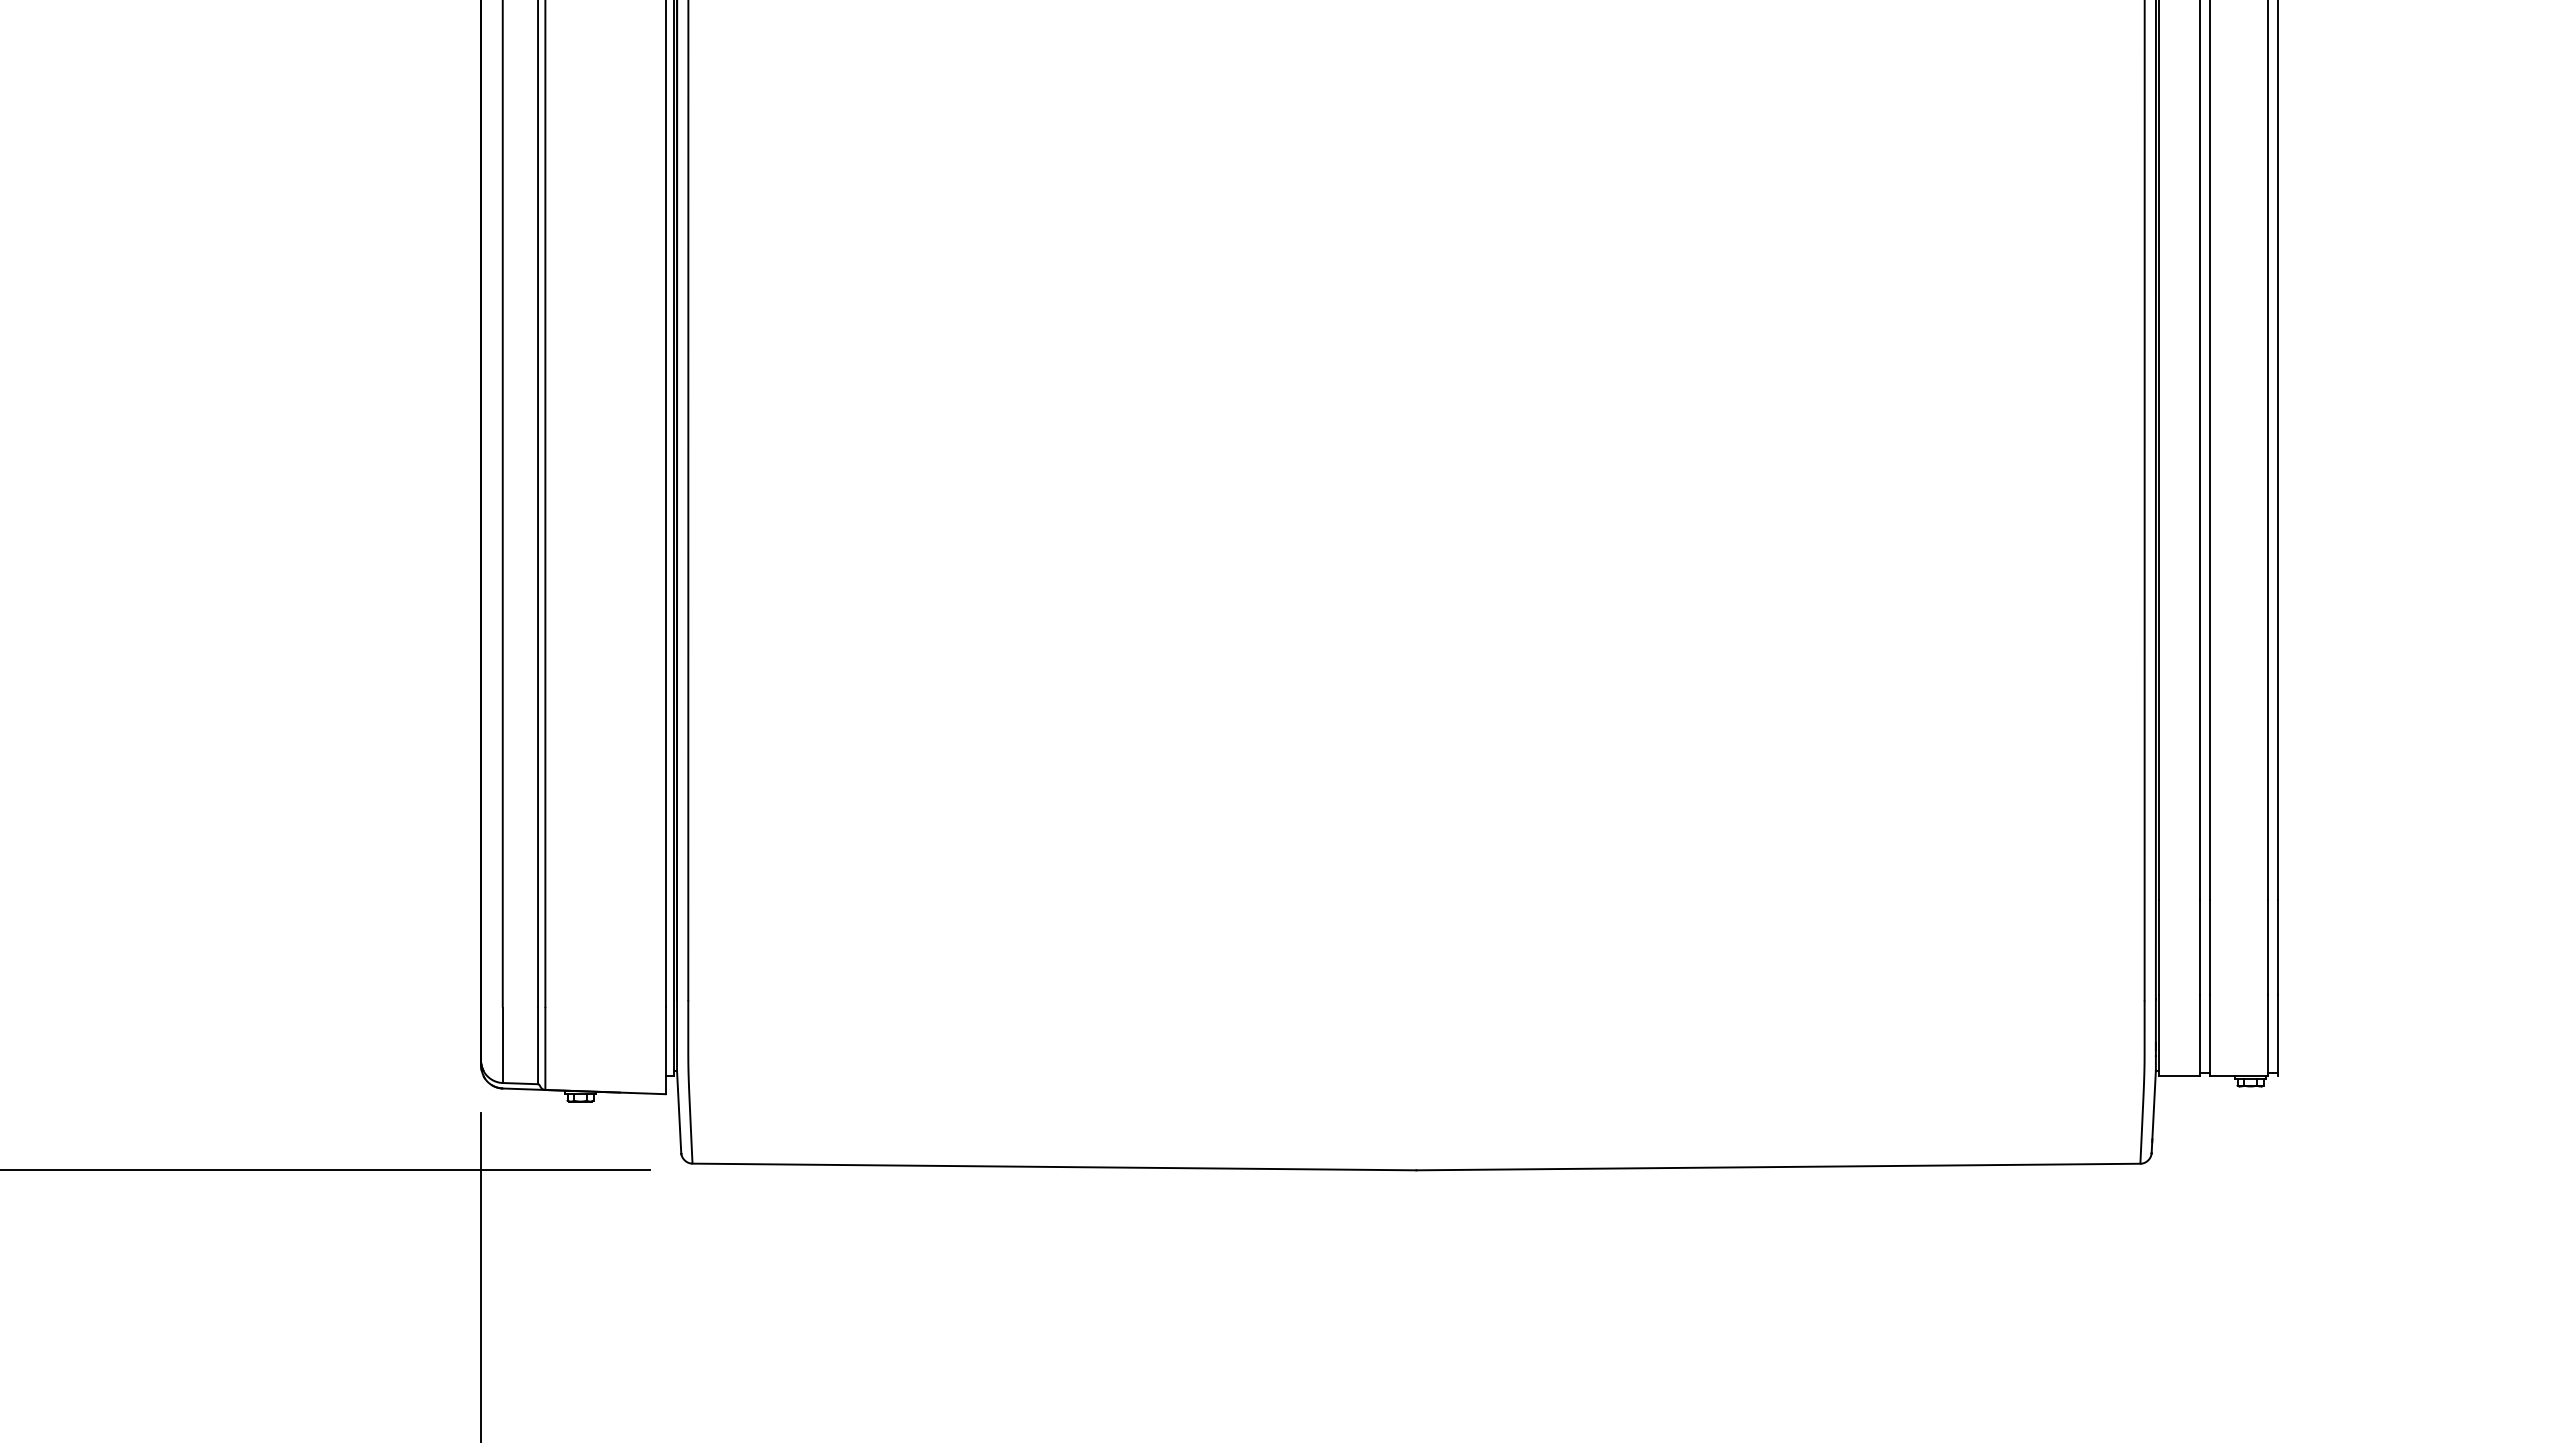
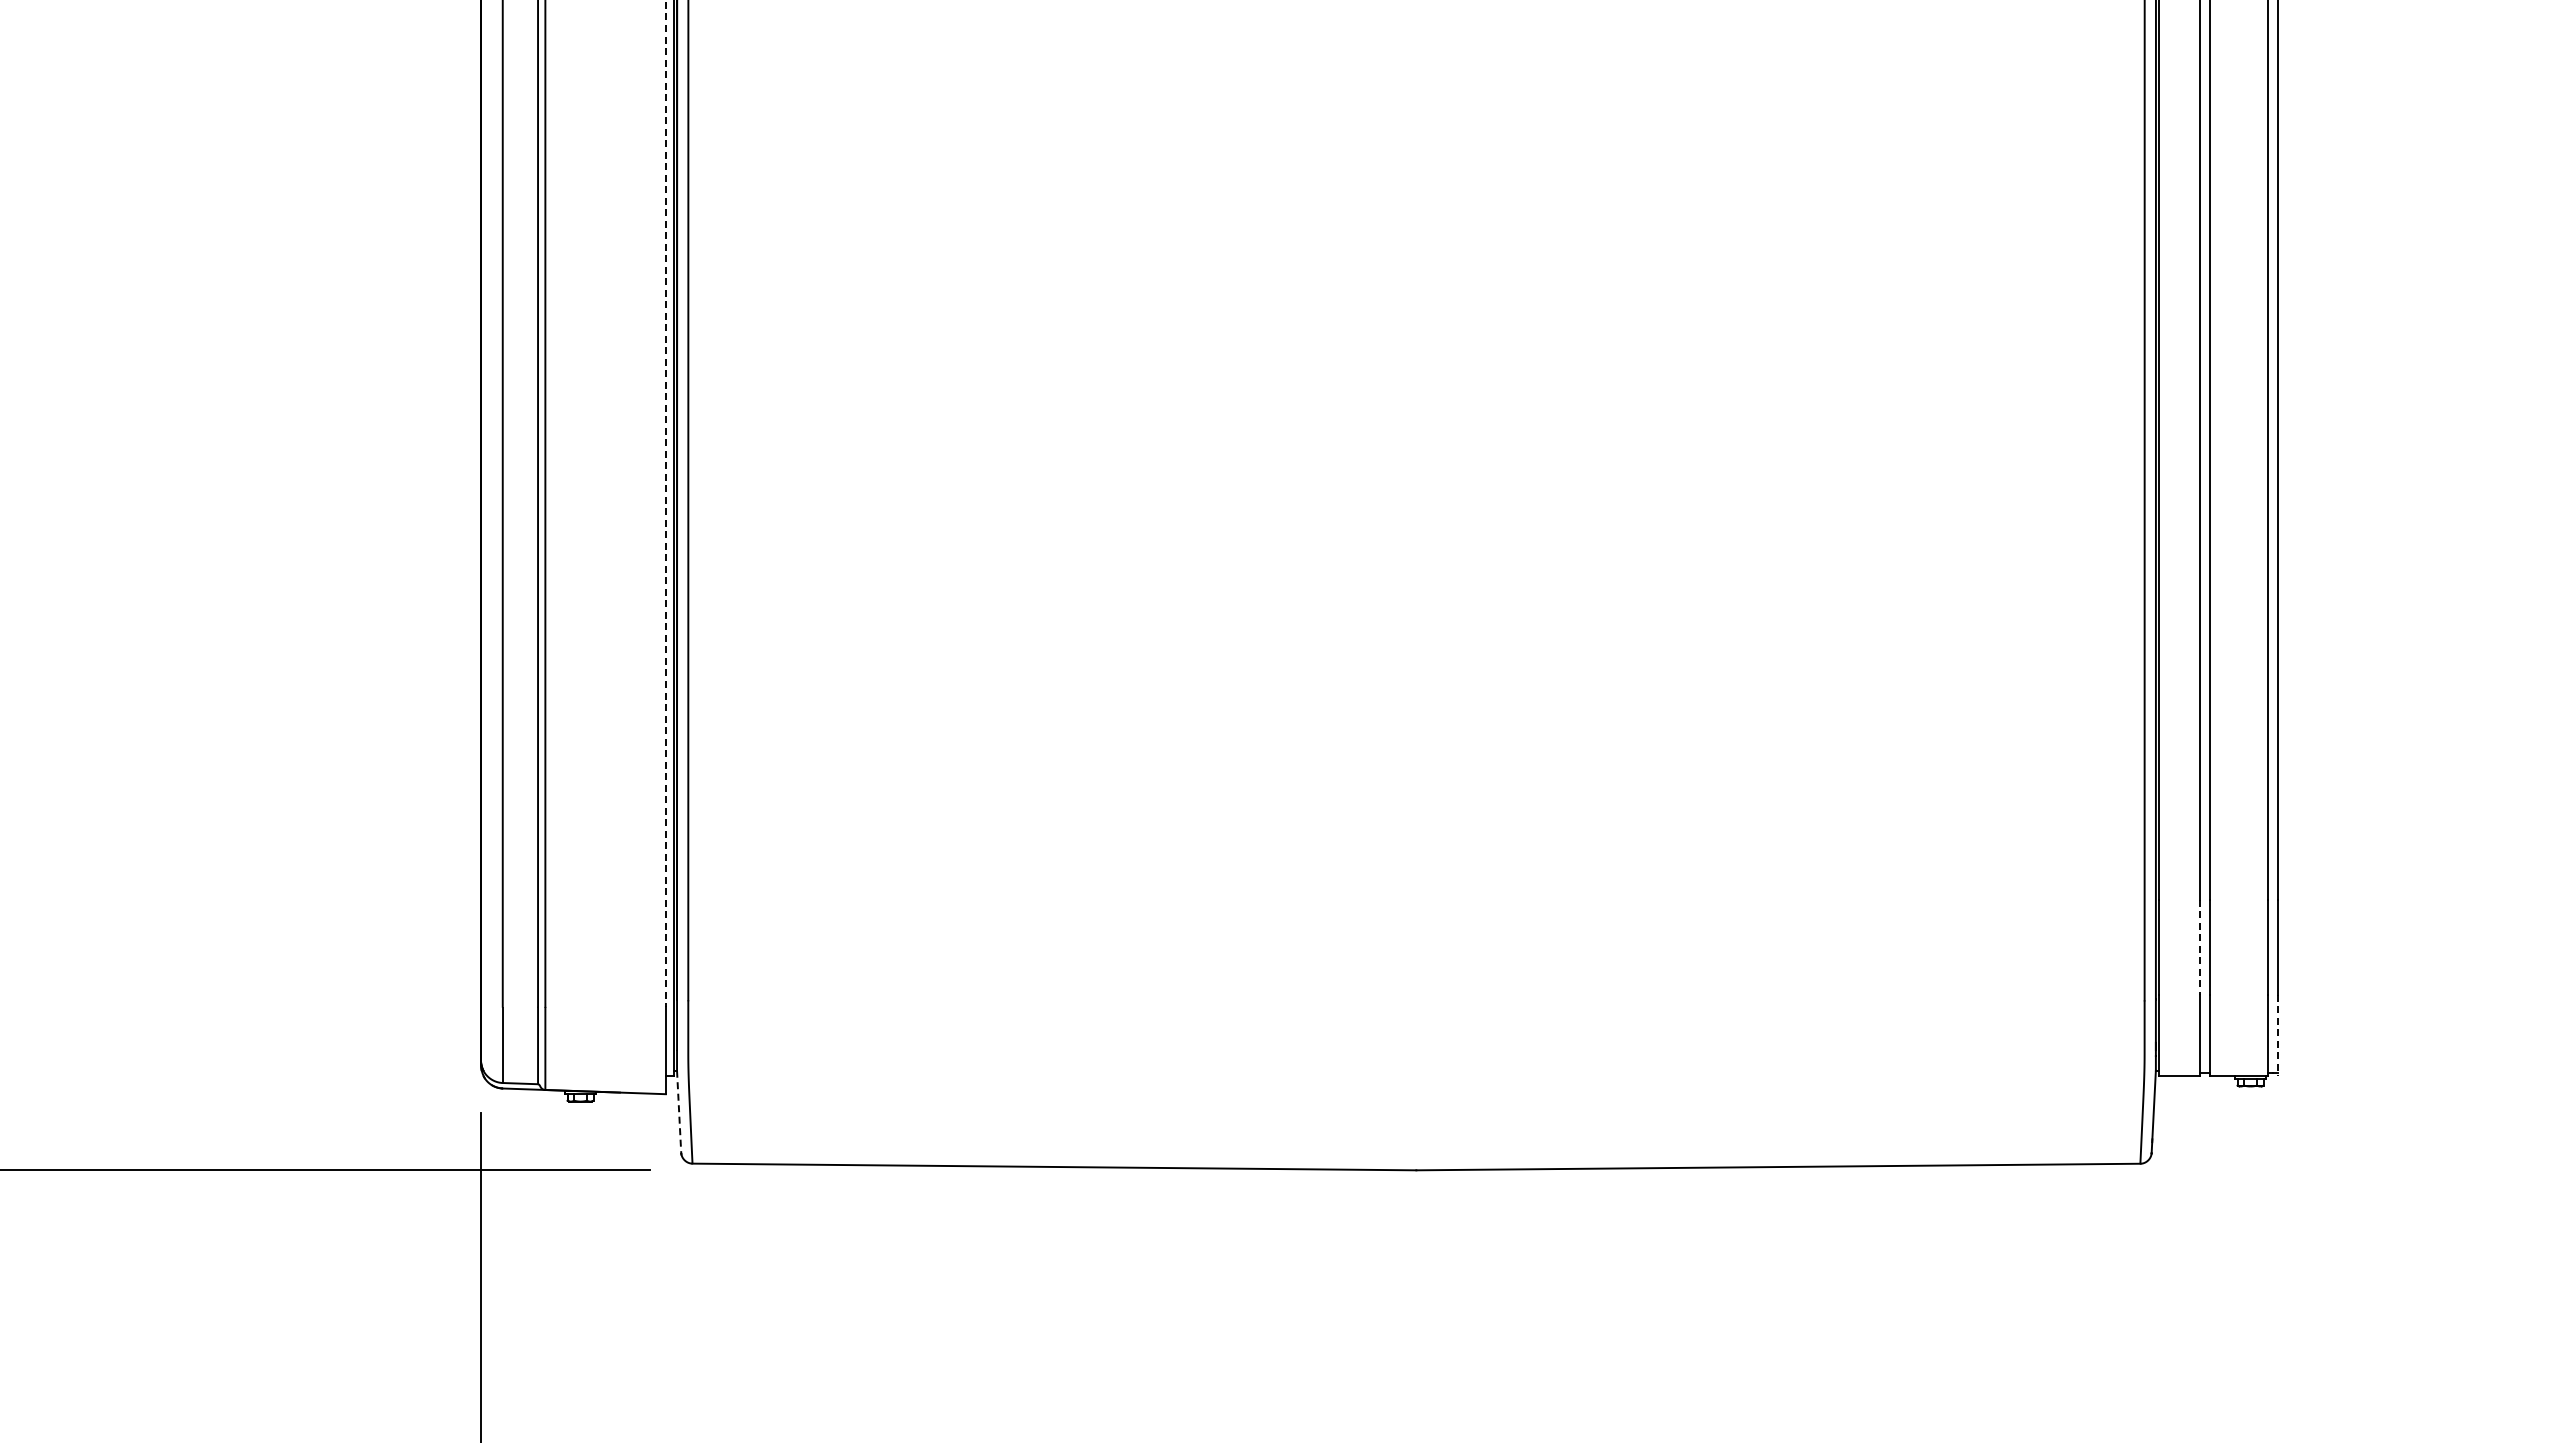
line at (665, 504): solid -> dashed
line at (2200, 947): solid -> dashed
line at (2277, 1035): solid -> dashed
line at (679, 1112): solid -> dashed
